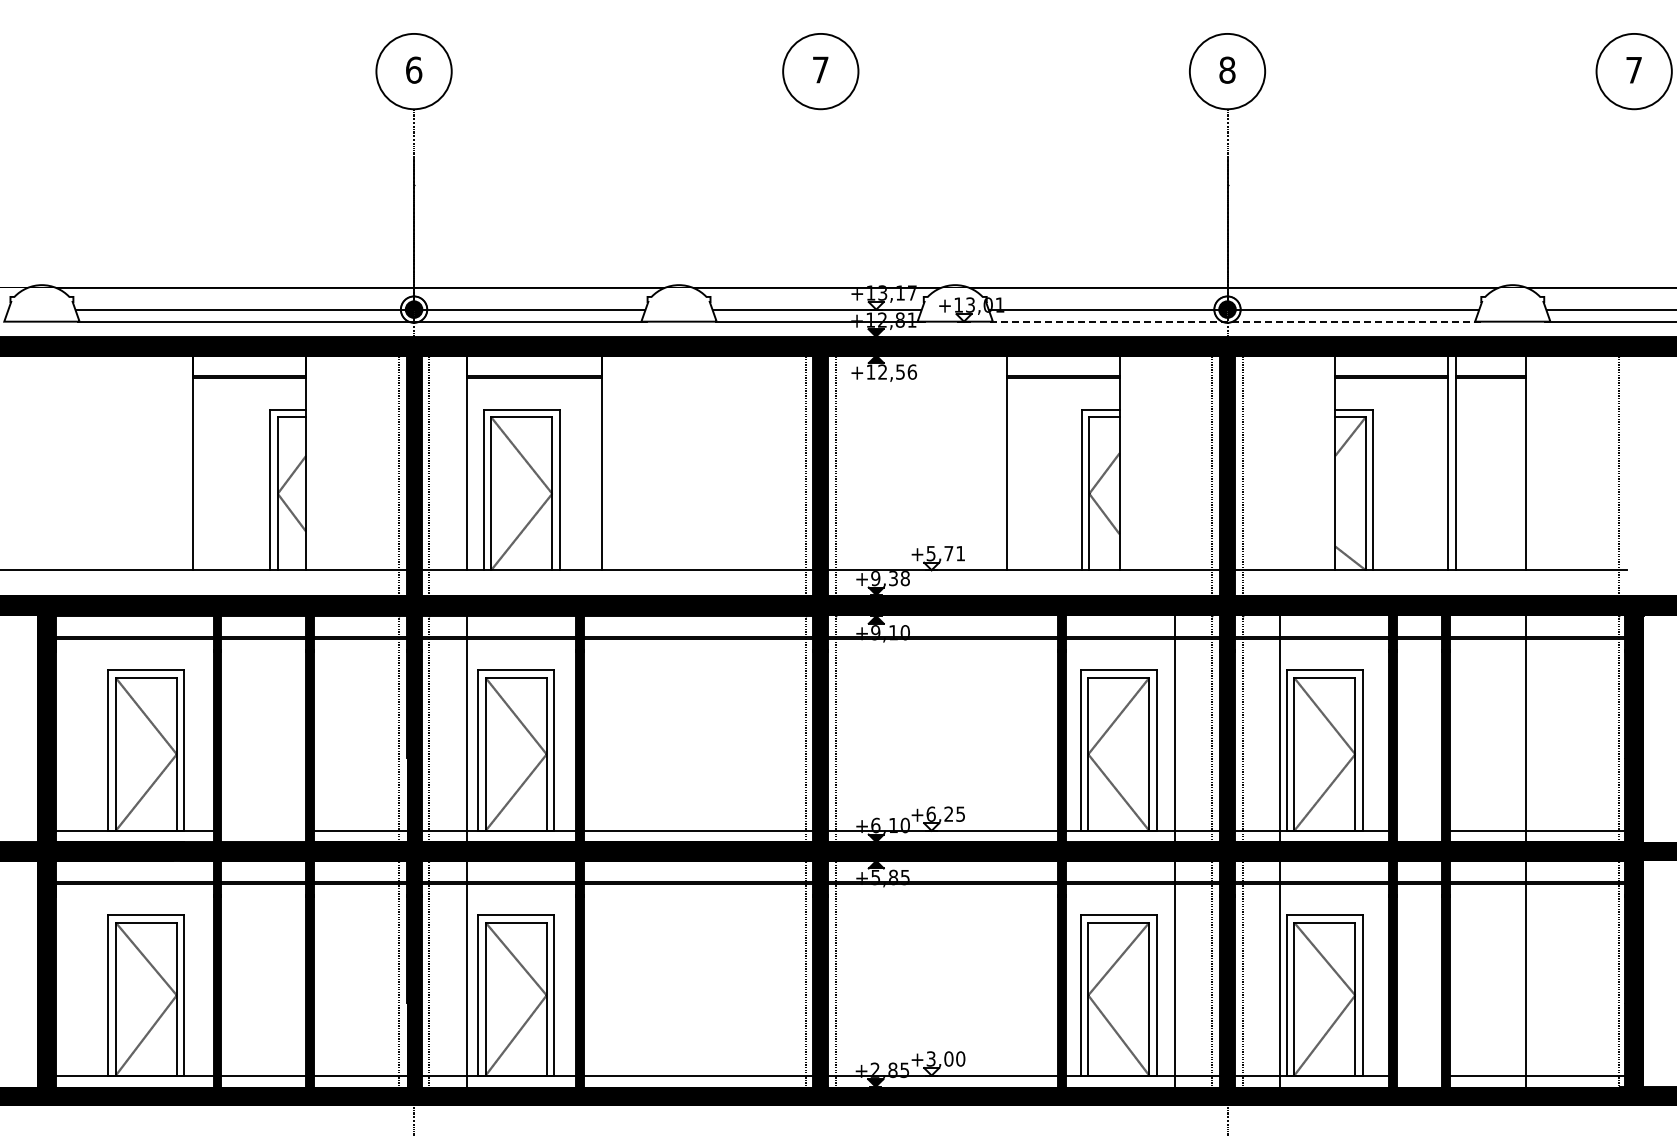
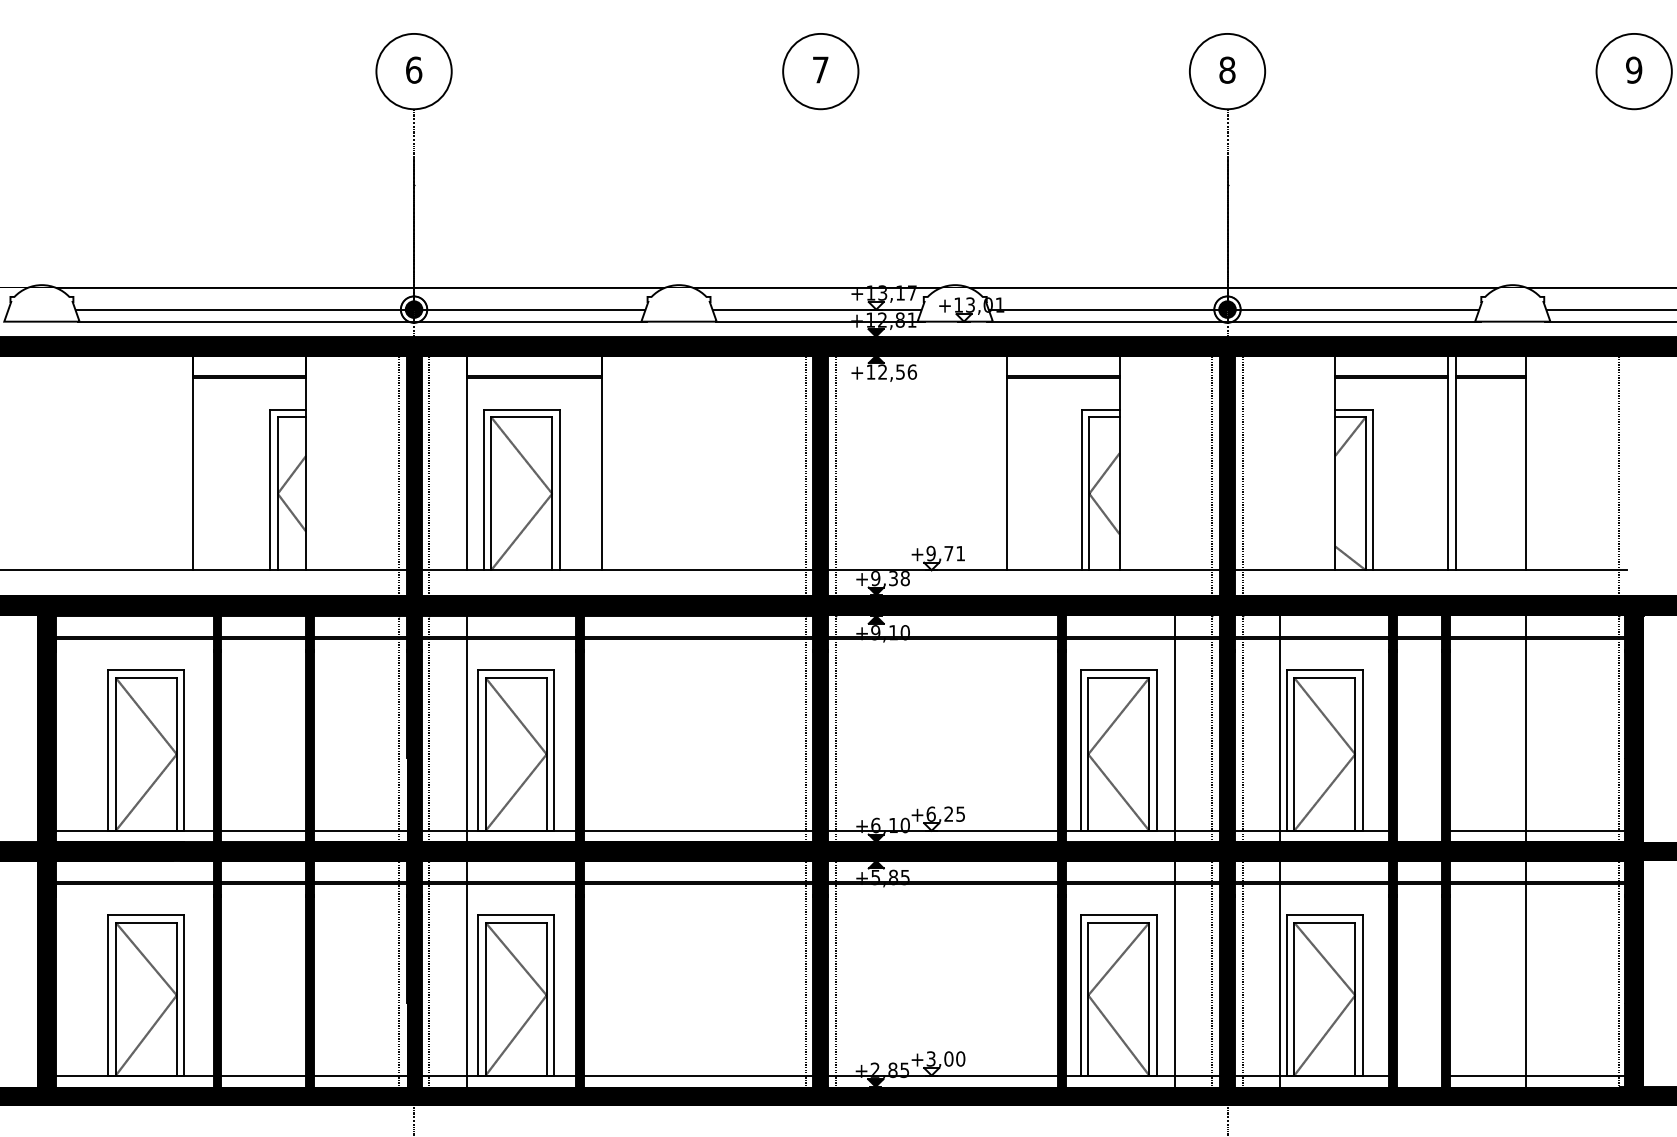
text at (1634, 69): 7 -> 9
line at (1234, 321): dashed -> solid
text at (930, 552): +5,71 -> +9,71
line at (263, 830): none -> present
